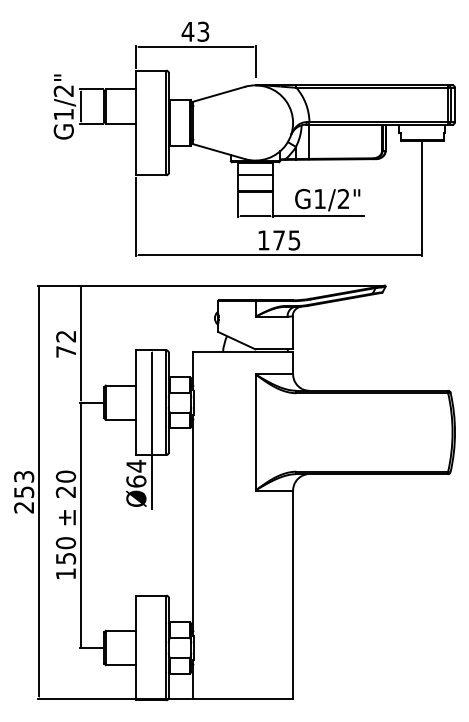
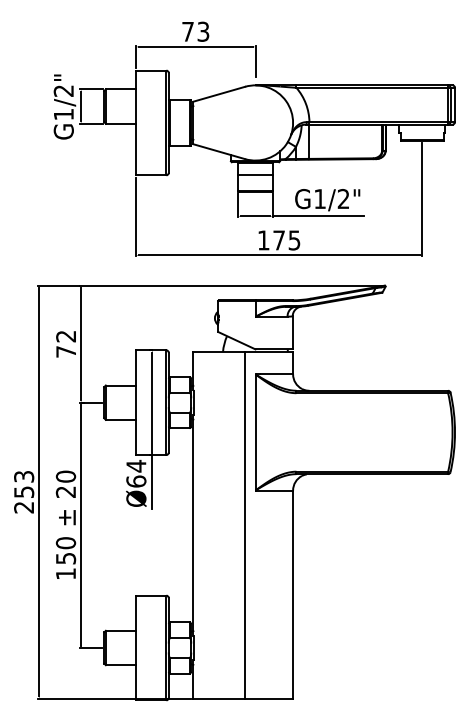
text at (187, 31): 43 -> 73
line at (245, 525): none -> present
